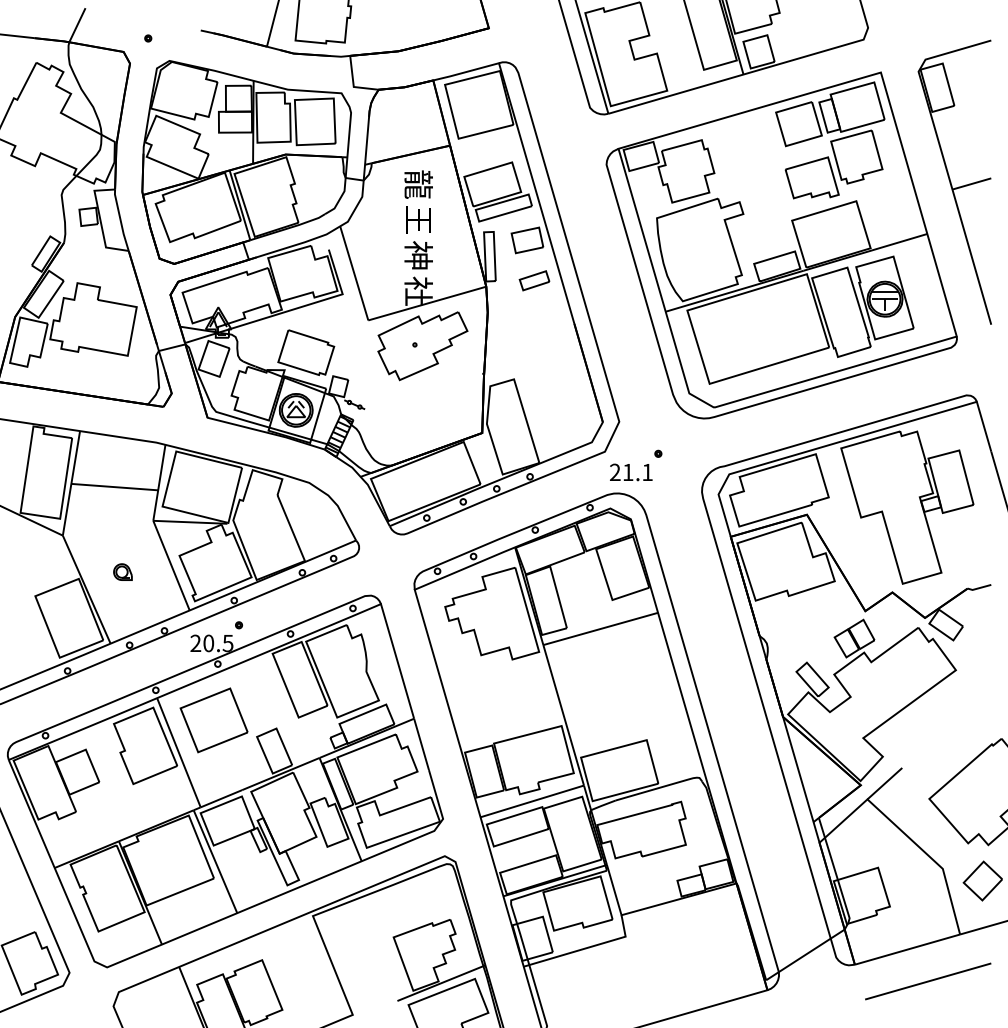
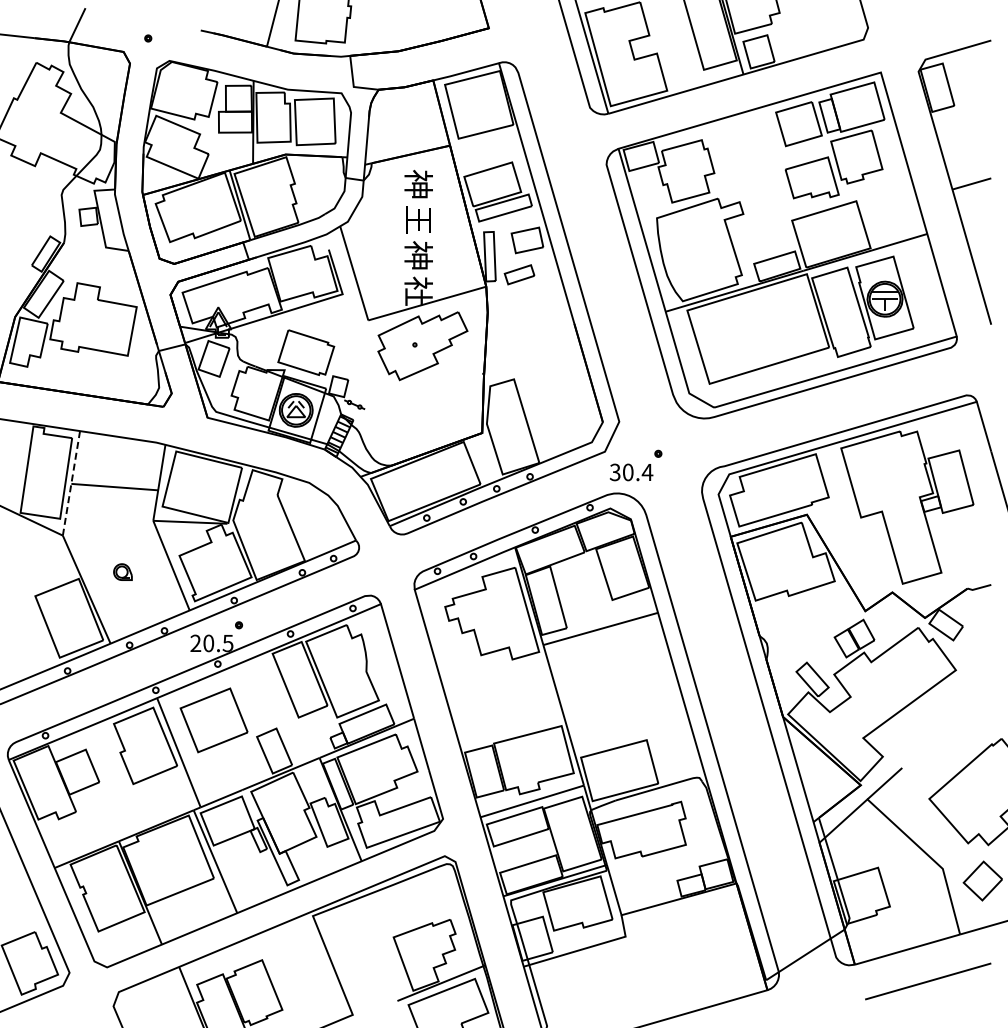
text at (418, 183): 龍 -> 神
part at (534, 280) position: (534, 280) -> (519, 274)
text at (631, 472): 21.1 -> 30.4
line at (71, 484): solid -> dashed
